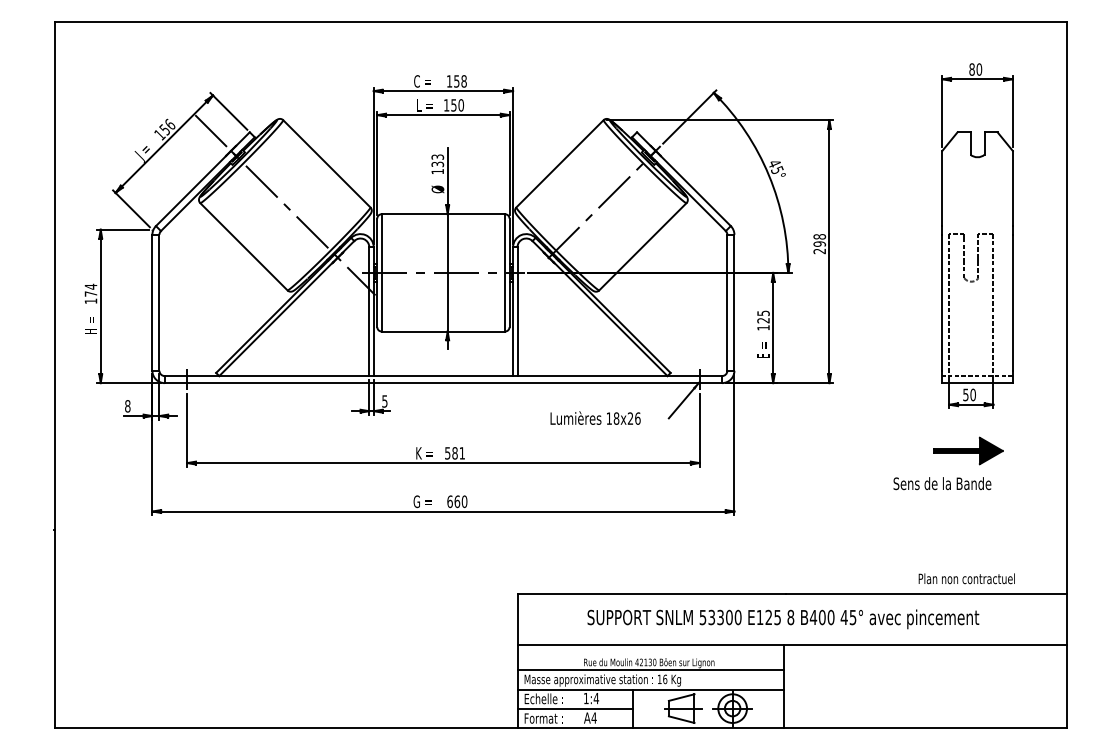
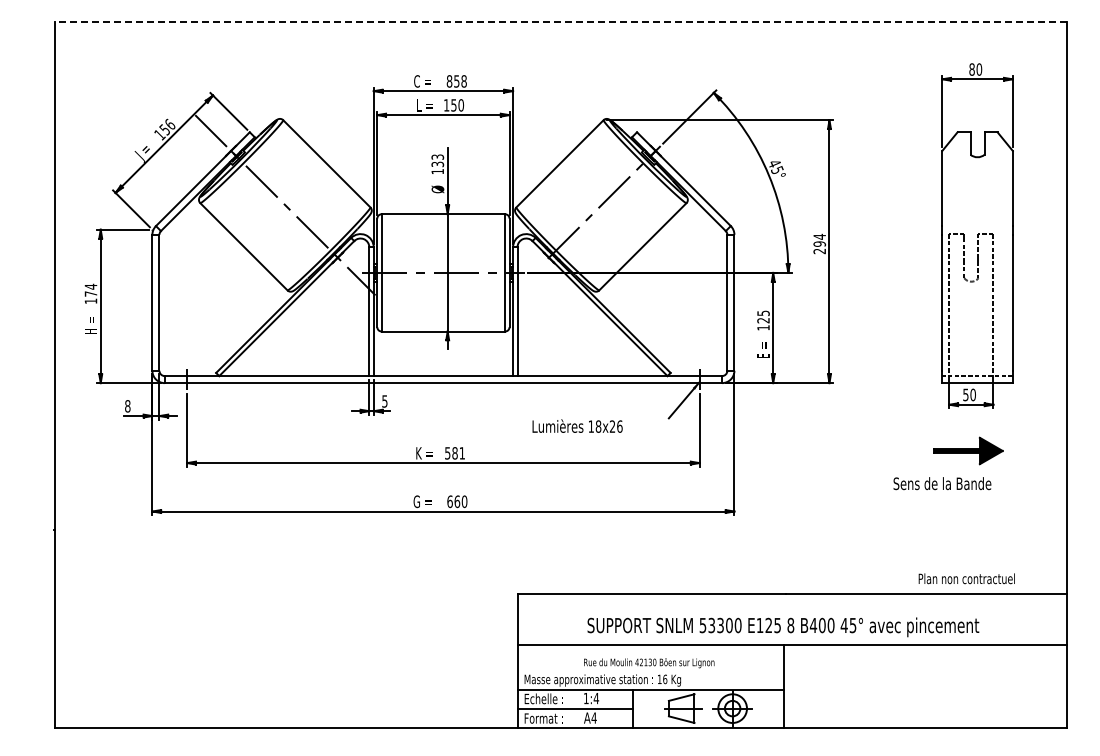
line at (560, 22): solid -> dashed
text at (449, 81): 158 -> 858
text at (819, 236): 298 -> 294
text at (595, 417) position: (595, 417) -> (577, 425)
text at (783, 619) position: (783, 619) -> (783, 627)
line at (650, 670): present -> none
